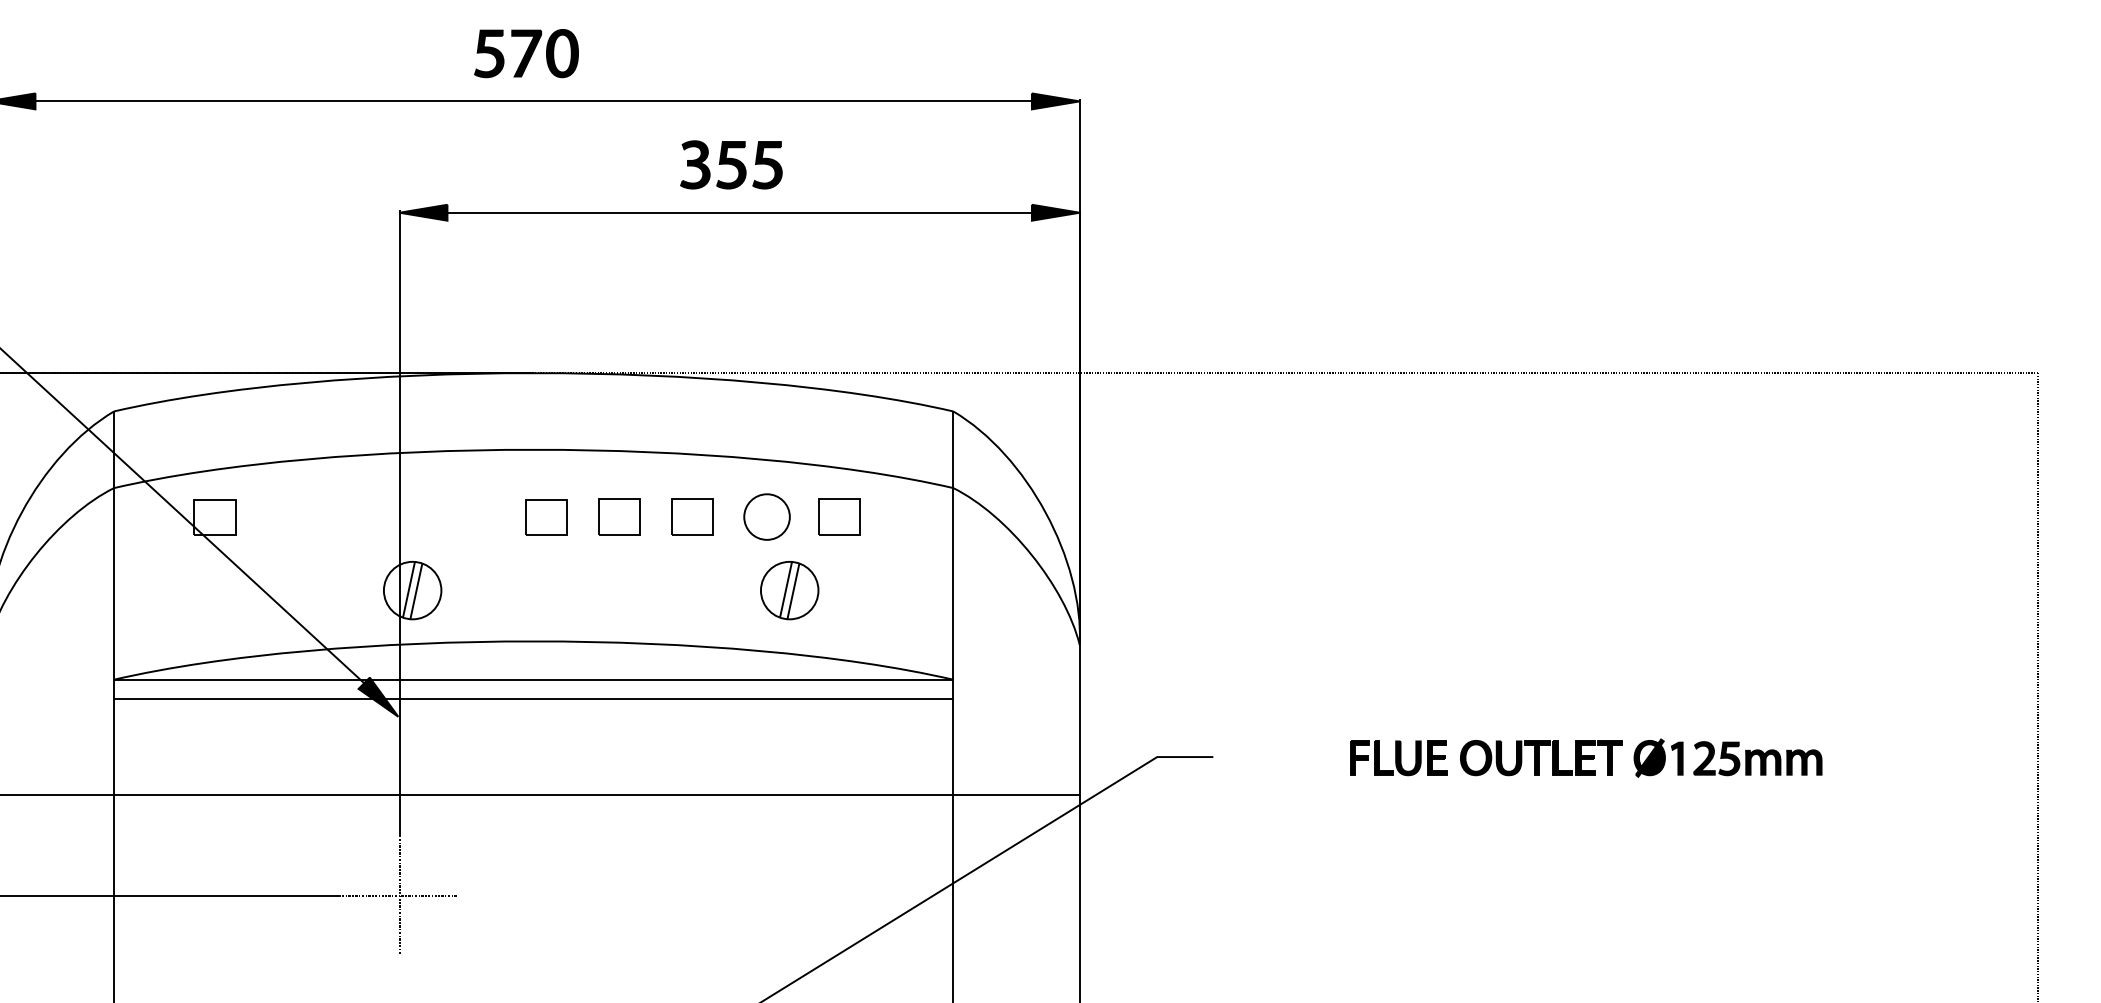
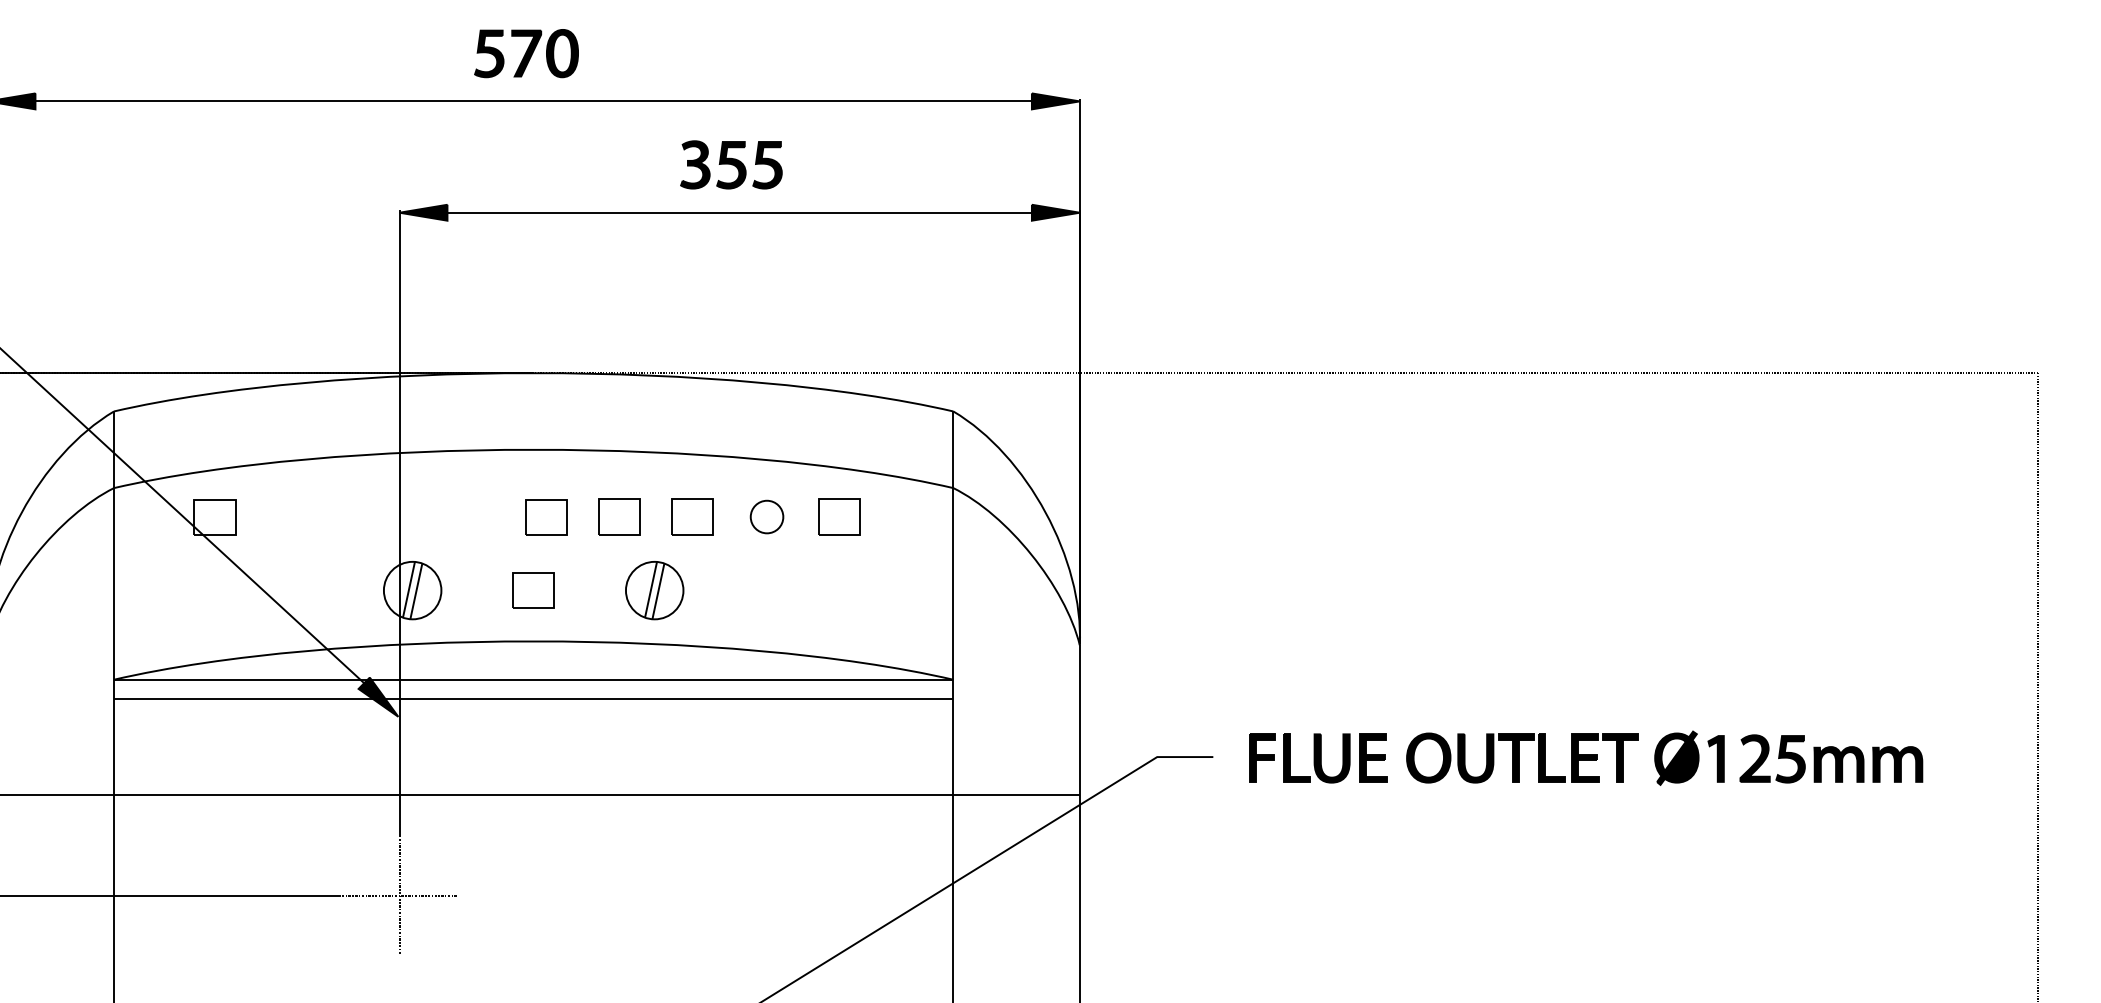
part at (766, 516) size: 48x48 px -> 36x36 px
part at (533, 590): none -> present
part at (789, 590) position: (789, 590) -> (654, 590)
part at (1586, 757) size: 473x40 px -> 675x56 px
